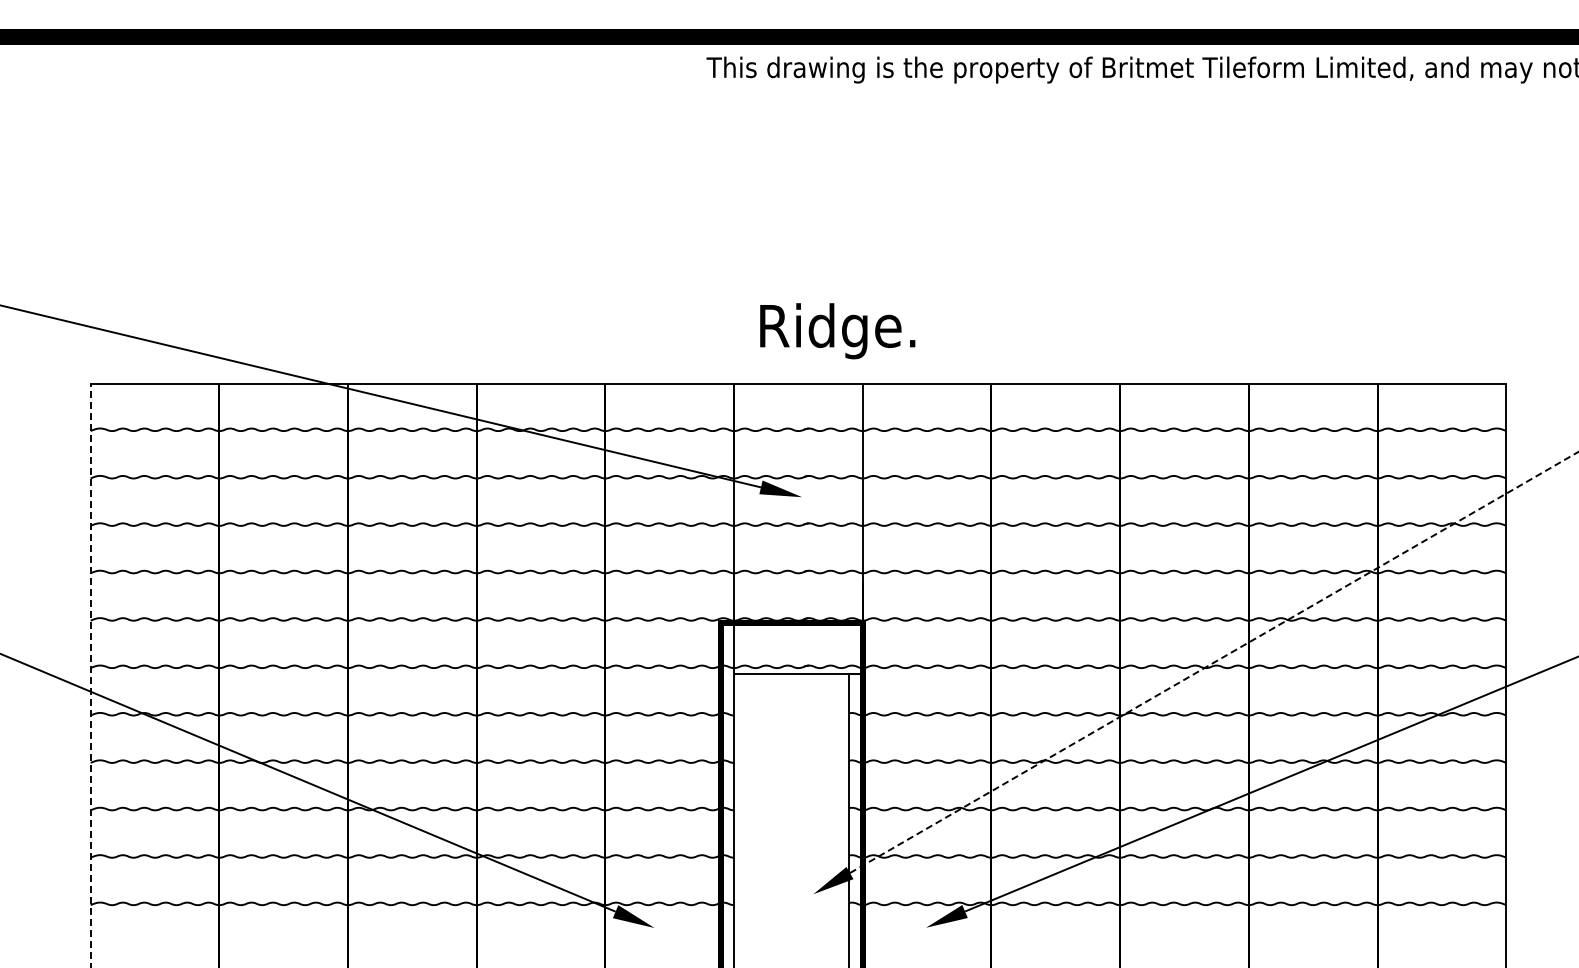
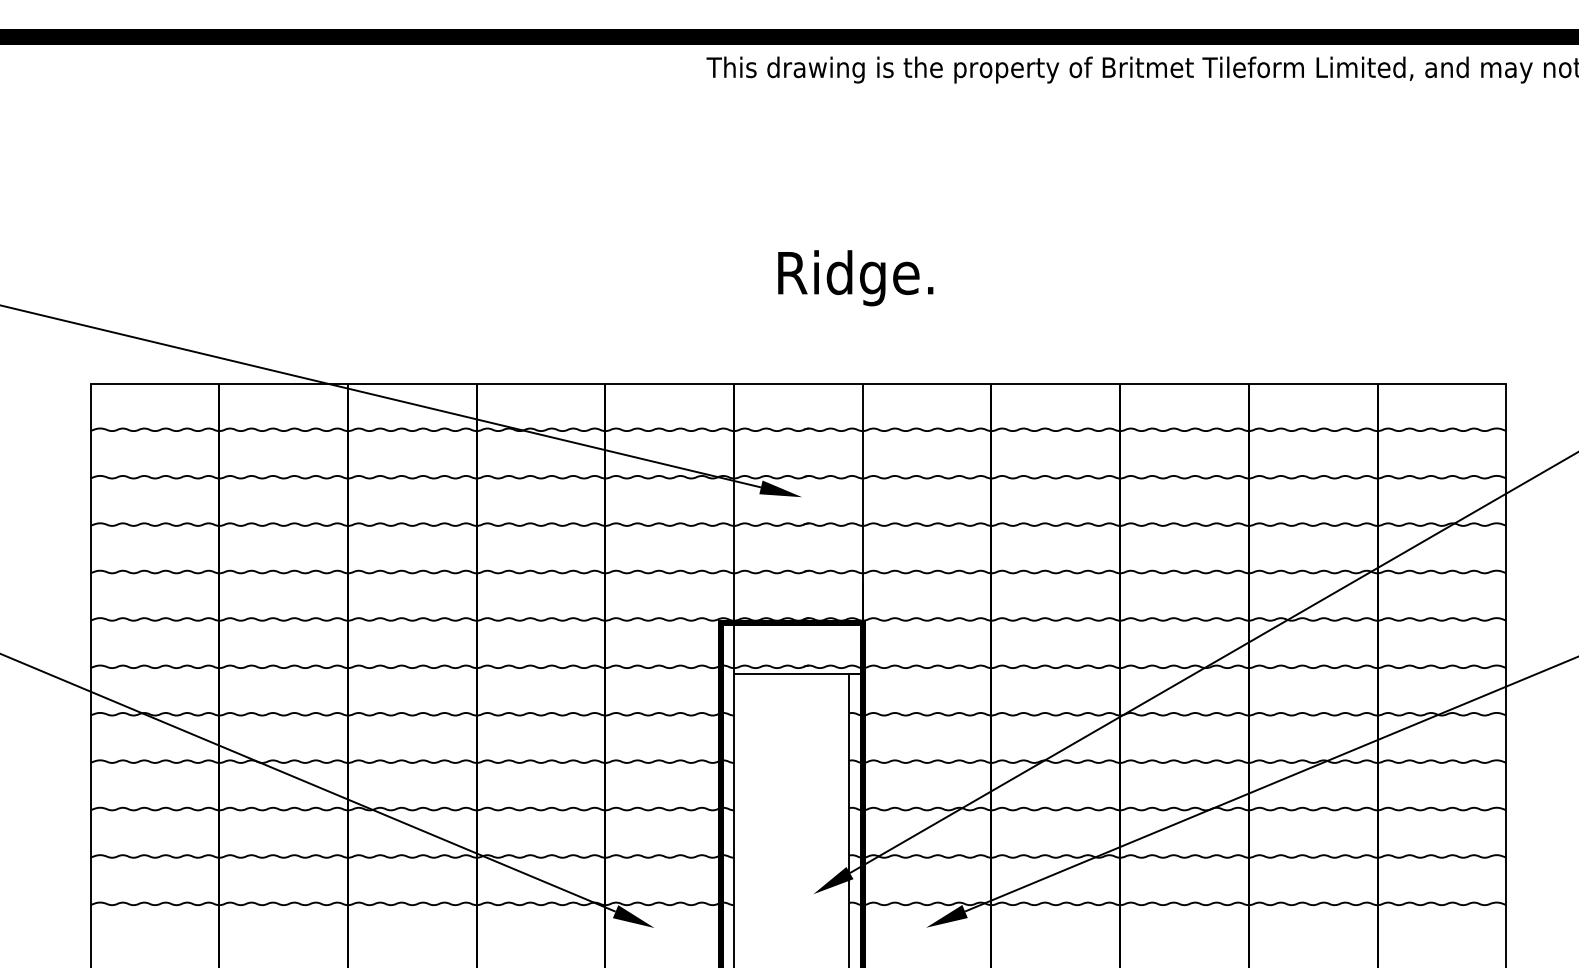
text at (837, 331) position: (837, 331) -> (855, 278)
line at (1214, 662): dashed -> solid
line at (90, 675): dashed -> solid
